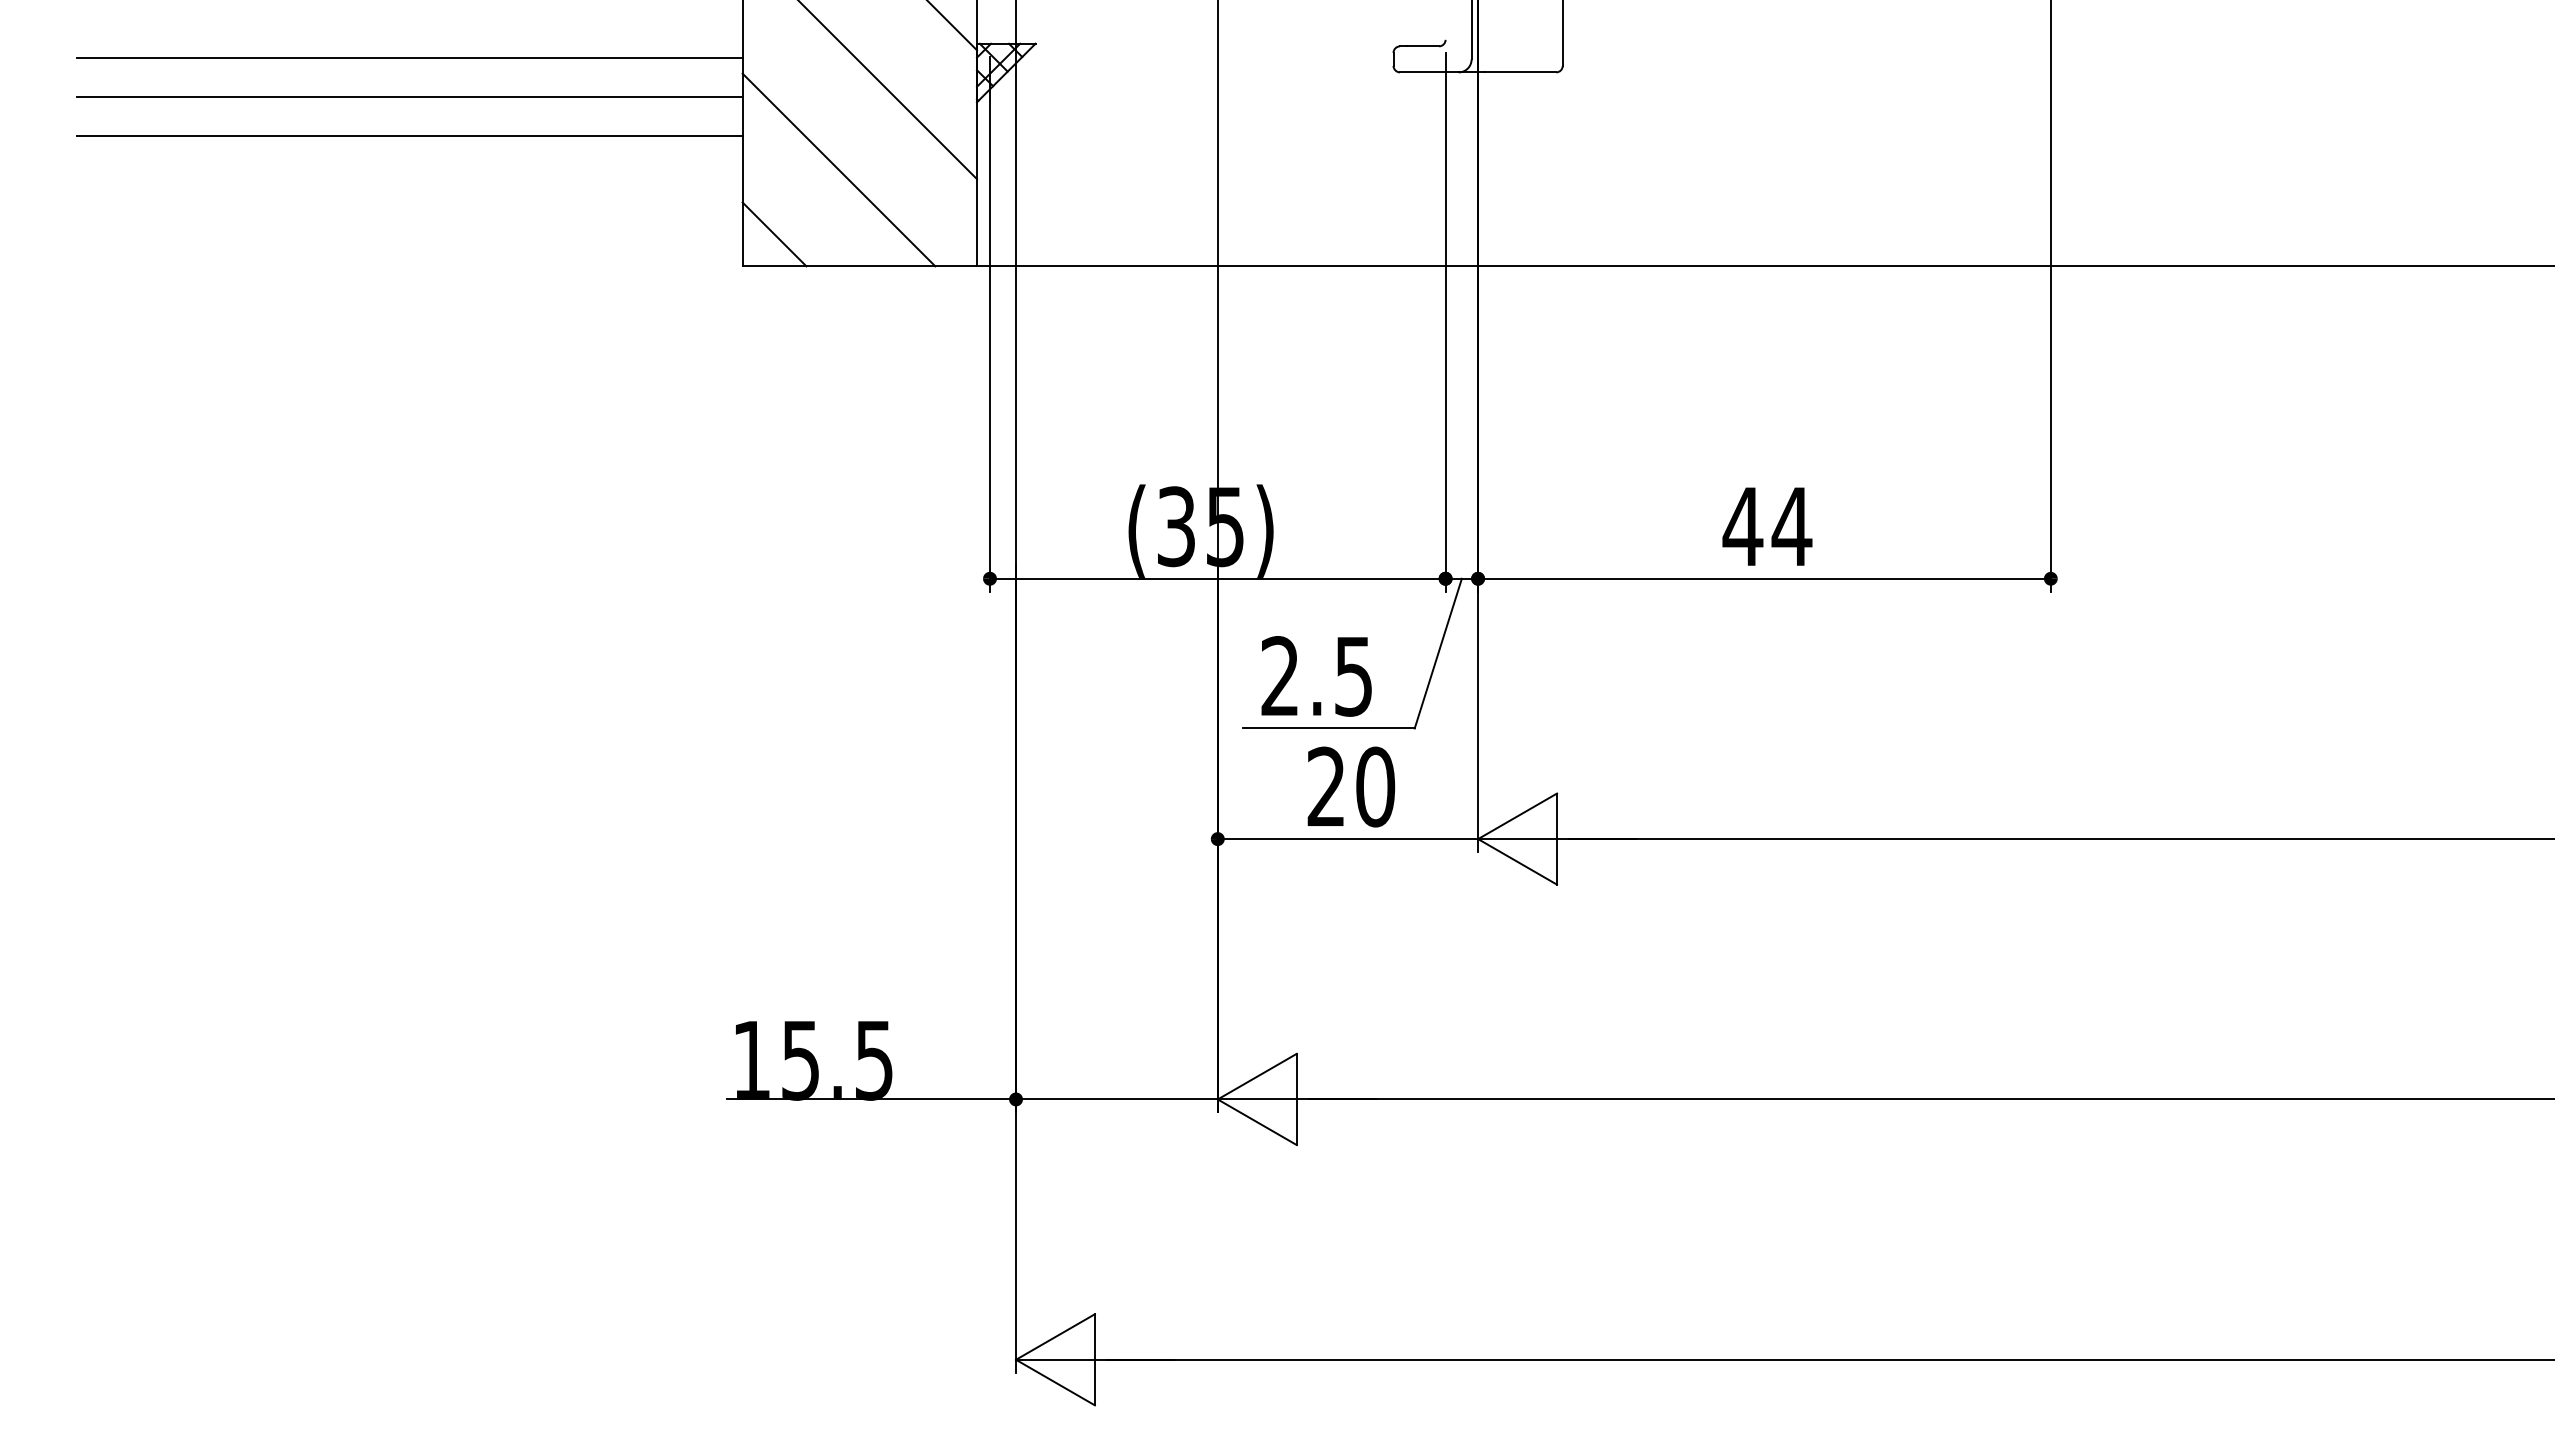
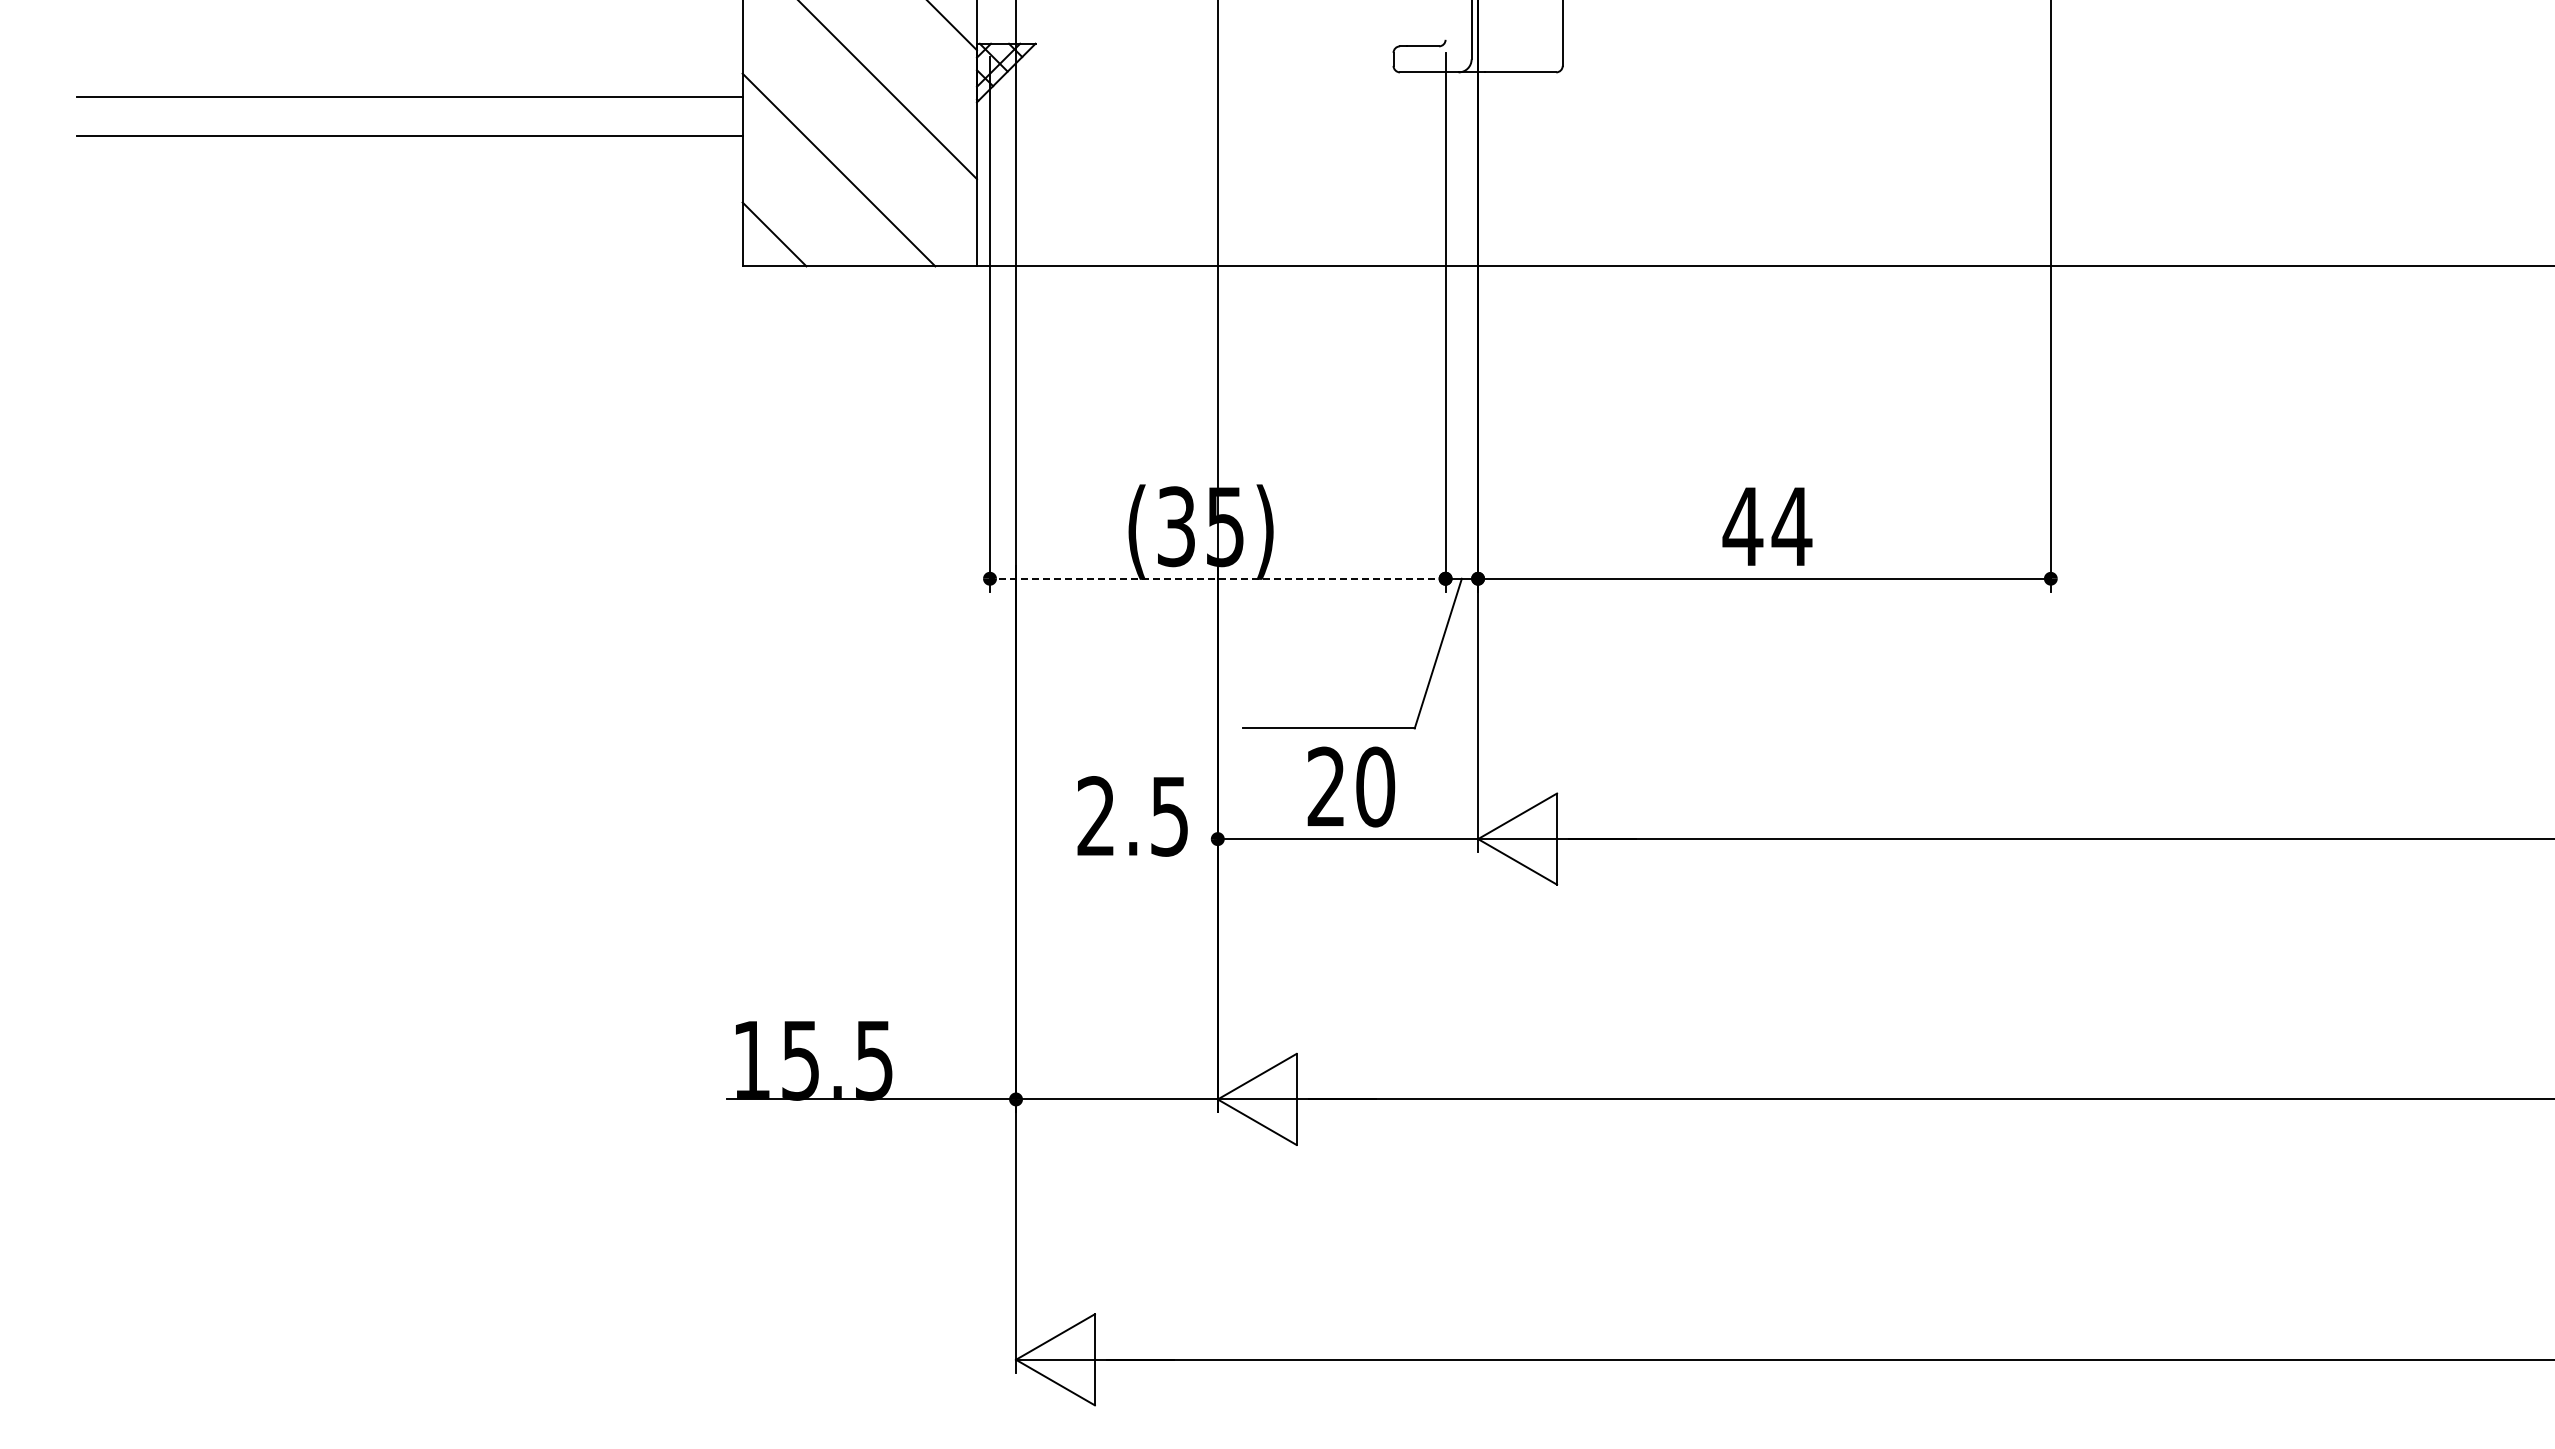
line at (409, 58): present -> none
line at (1217, 578): solid -> dashed
text at (1316, 676) position: (1316, 676) -> (1132, 816)
